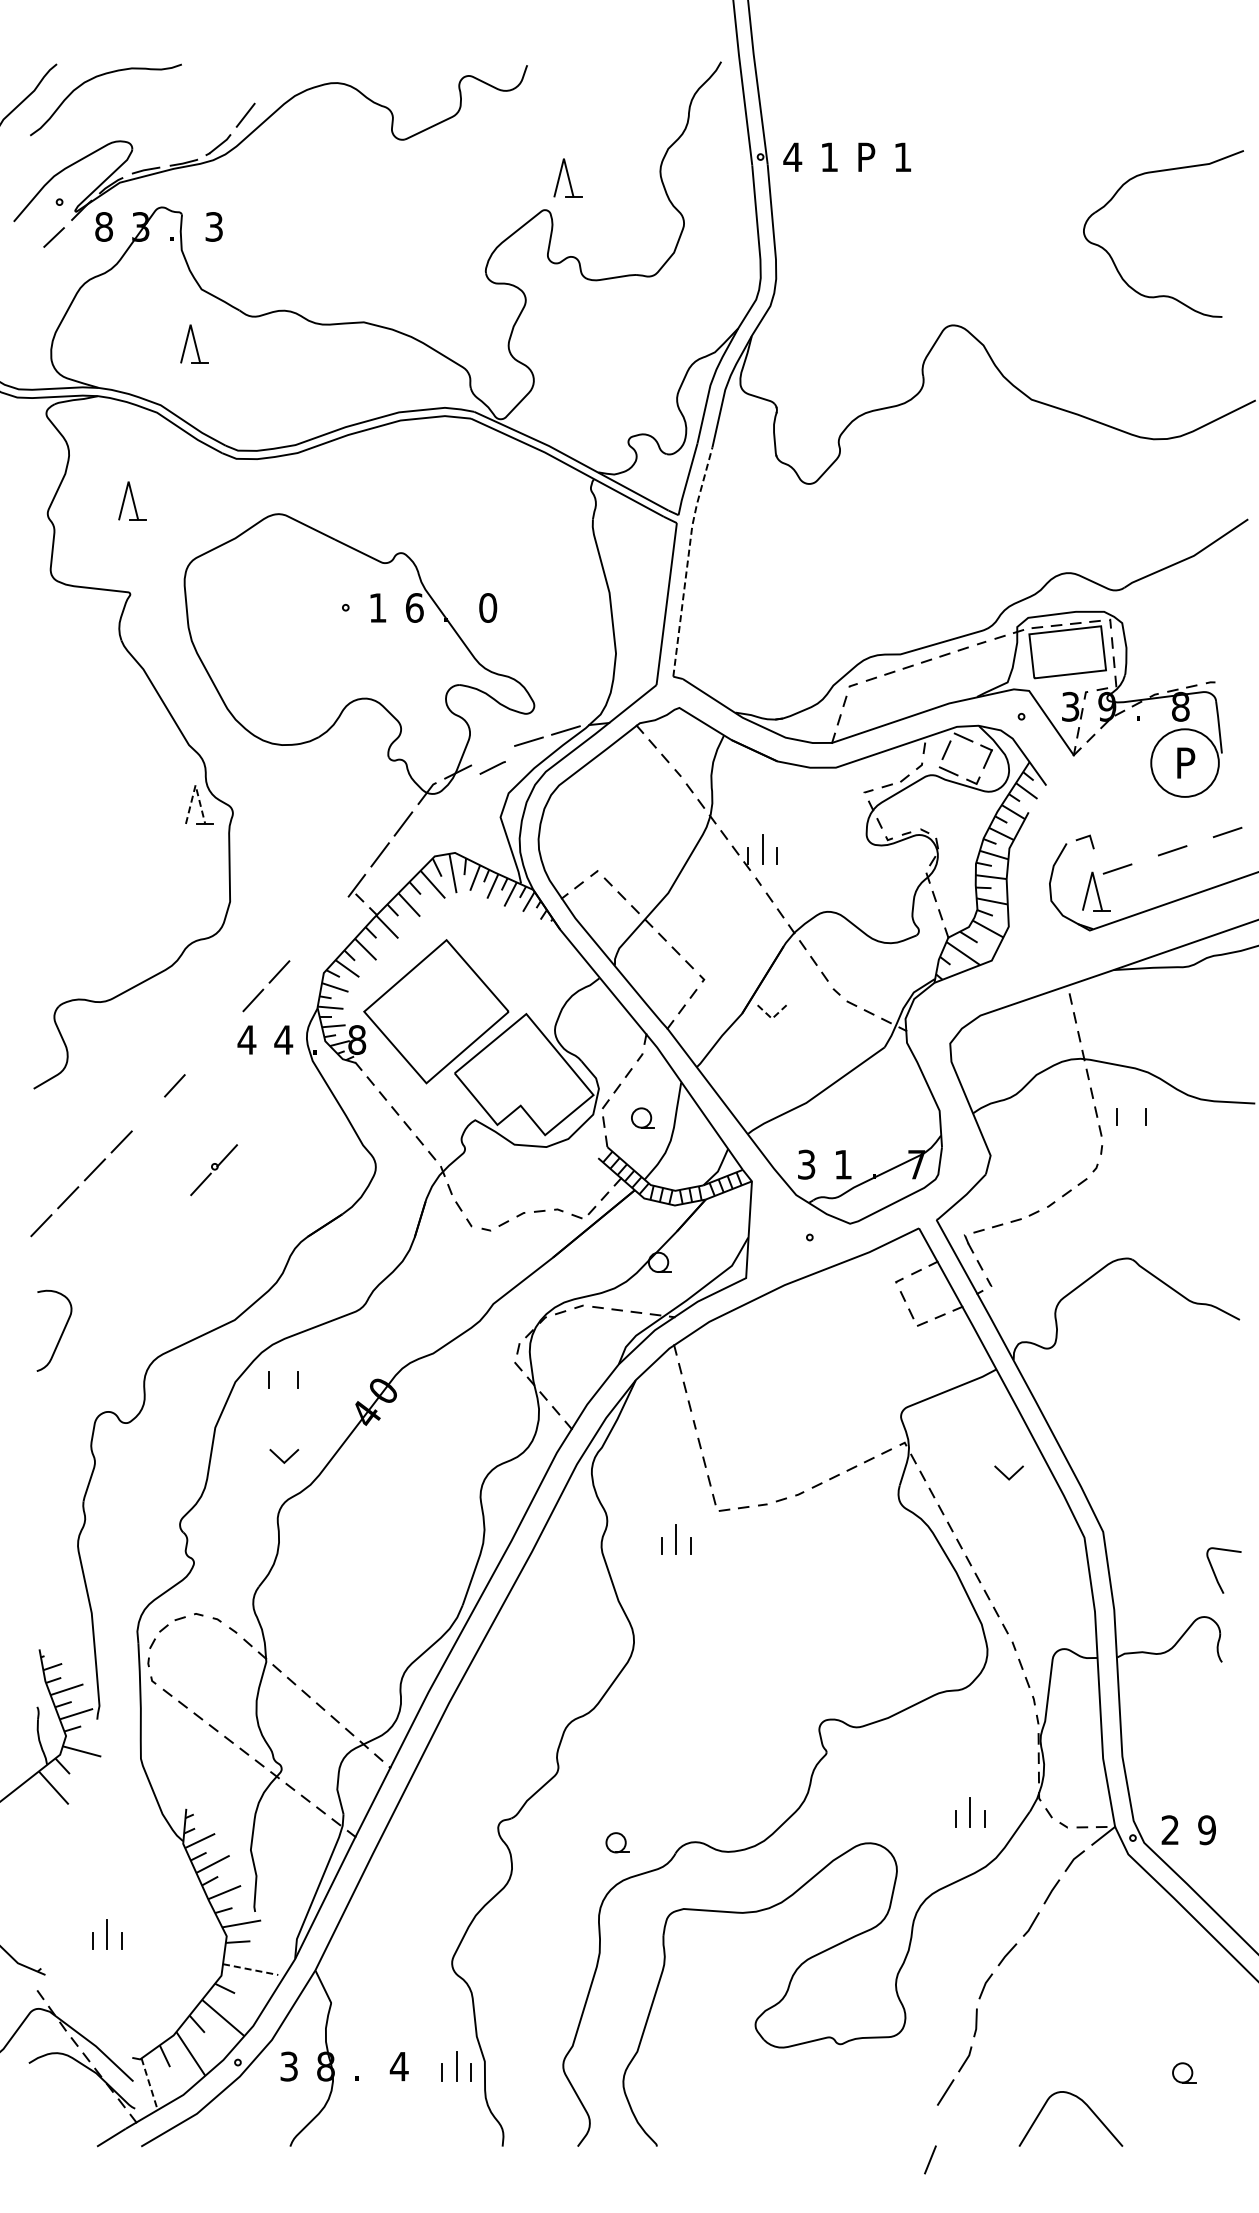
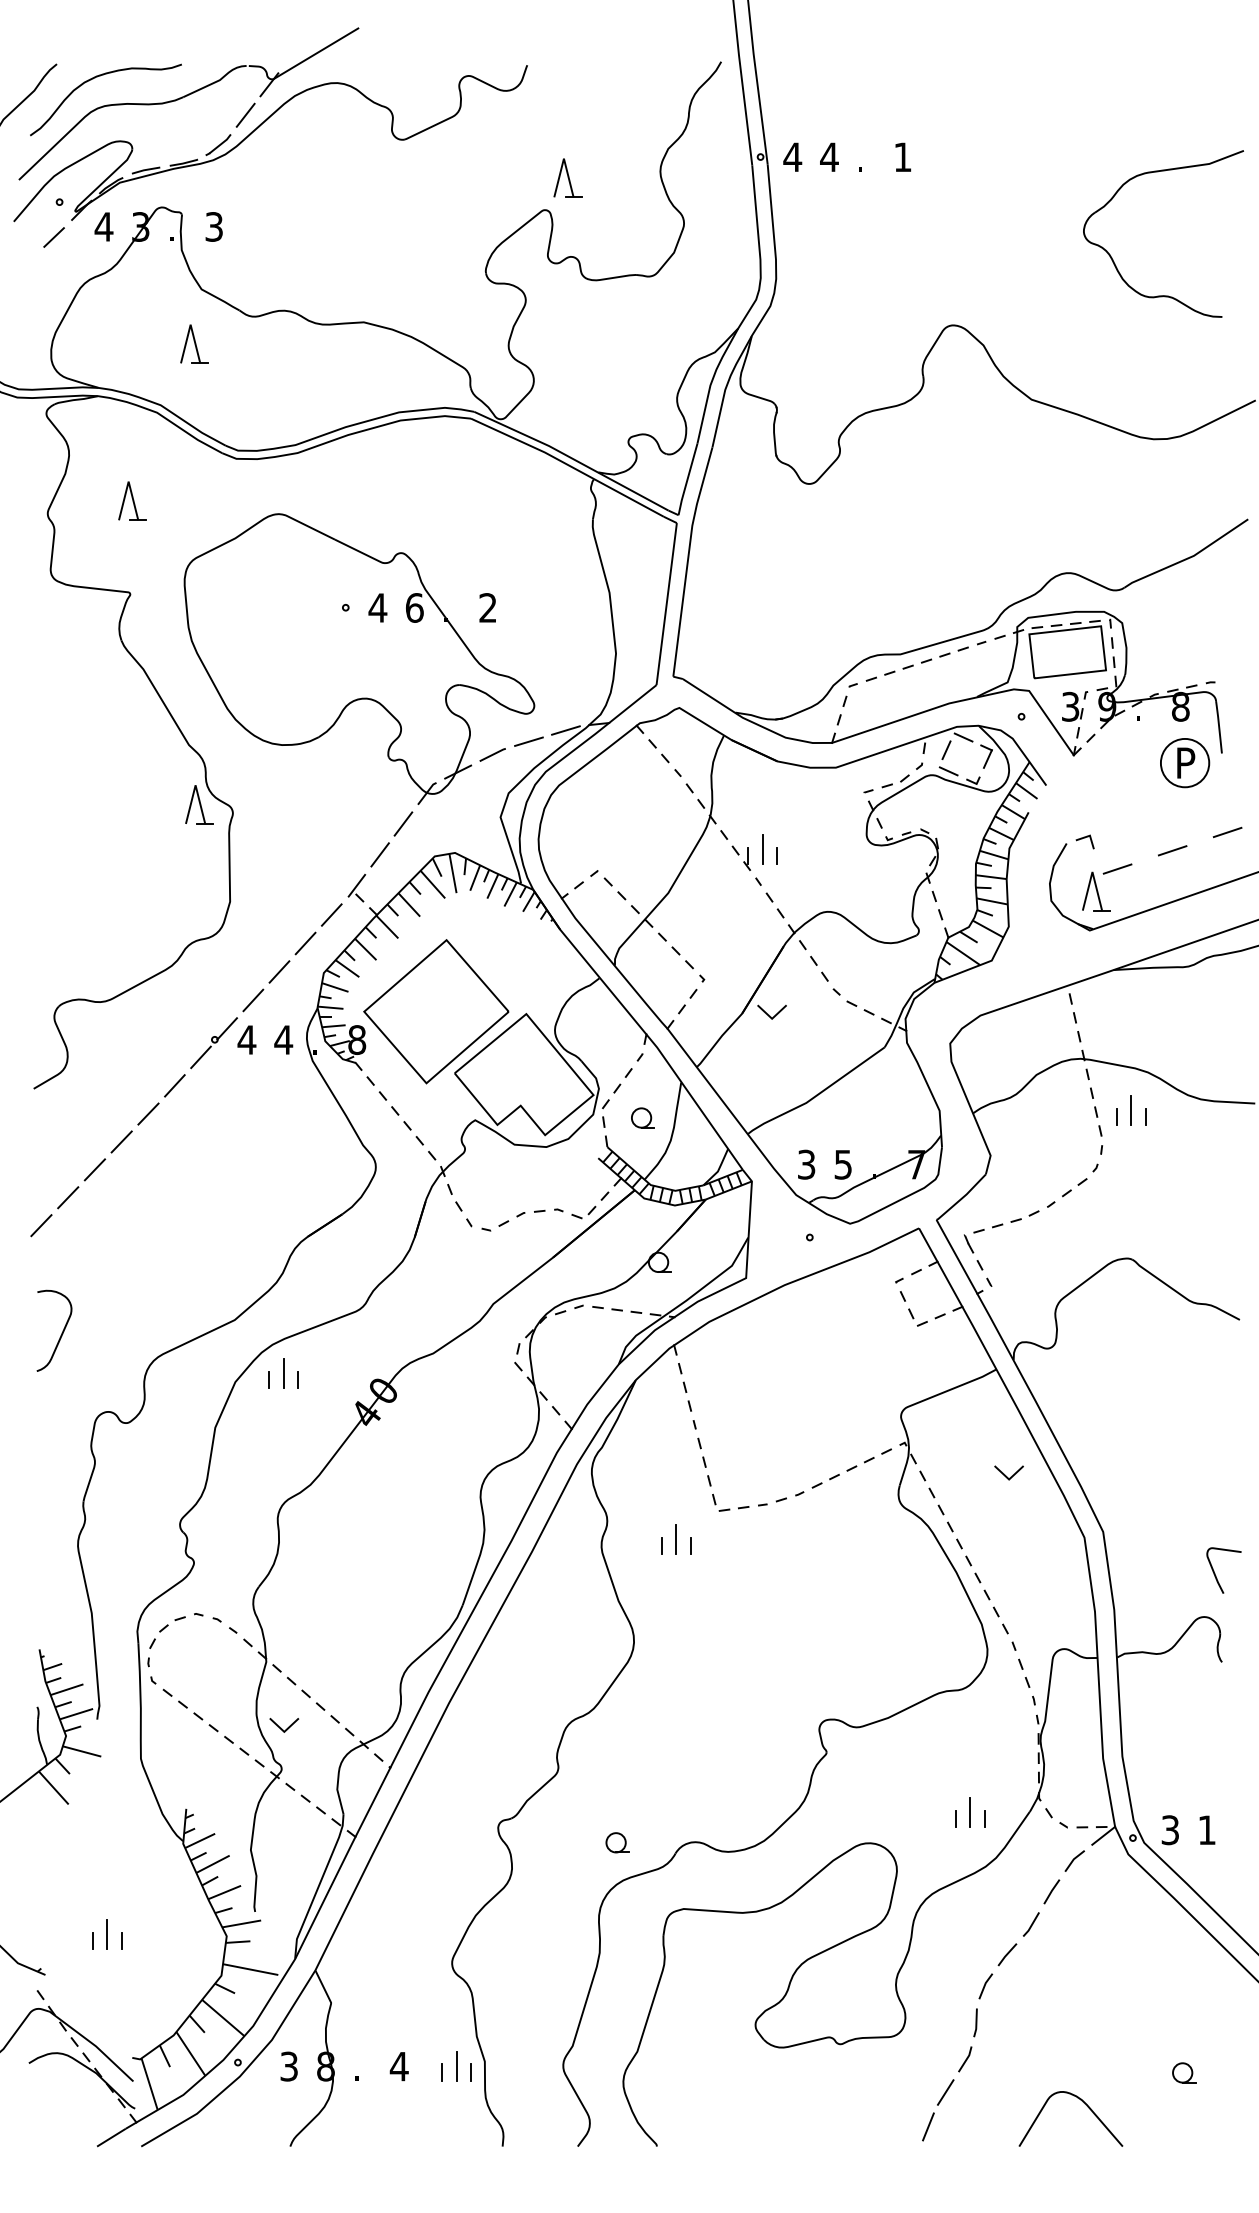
part at (185, 97): none -> present
text at (829, 156): 1 -> 4
text at (866, 156): P -> .
text at (103, 226): 8 -> 4
line at (688, 559): dashed -> solid
text at (377, 607): 1 -> 4
text at (488, 607): 0 -> 2
circle at (1184, 762) diameter: 68 px -> 48 px
line at (492, 767) position: (492, 767) -> (492, 754)
line at (195, 785): dashed -> solid
line at (331, 914): none -> present
line at (305, 943): none -> present
line at (772, 1018): dashed -> solid
line at (1131, 1110): none -> present
line at (148, 1113): none -> present
text at (842, 1164): 1 -> 5
part at (213, 1170) position: (213, 1170) -> (213, 1043)
line at (283, 1373): none -> present
line at (281, 1458) position: (281, 1458) -> (281, 1727)
text at (1169, 1830): 2 -> 3
text at (1206, 1830): 9 -> 1
line at (251, 1969): dashed -> solid
line at (149, 2084): dashed -> solid
line at (930, 2159) position: (930, 2159) -> (928, 2126)
